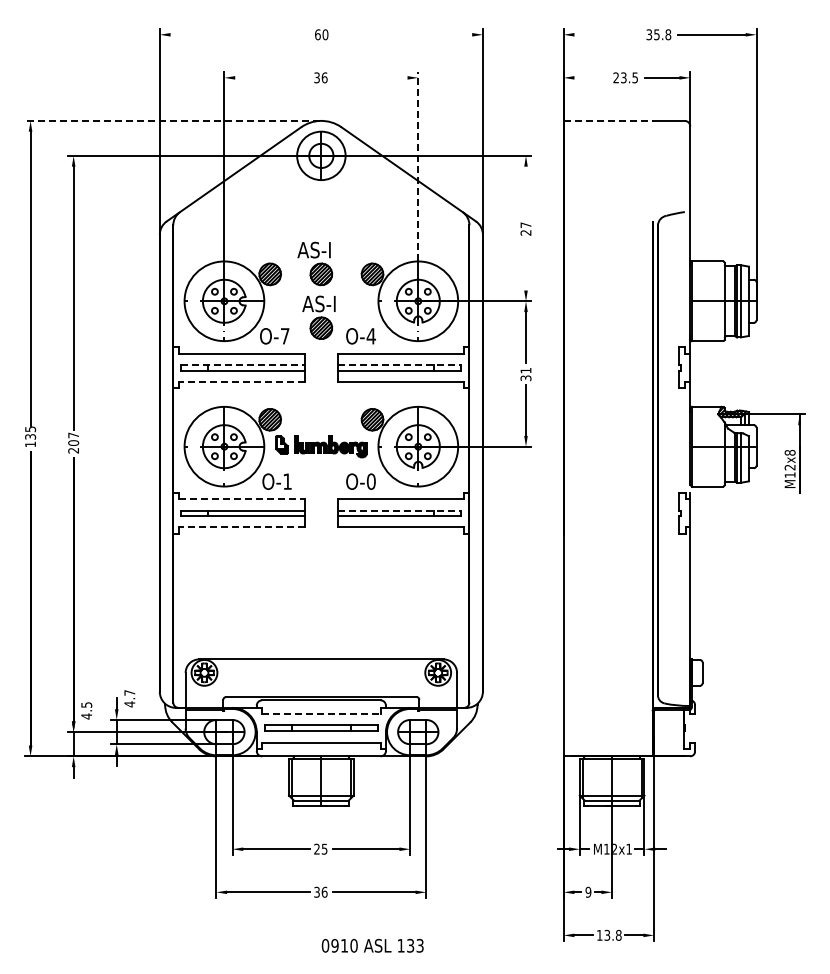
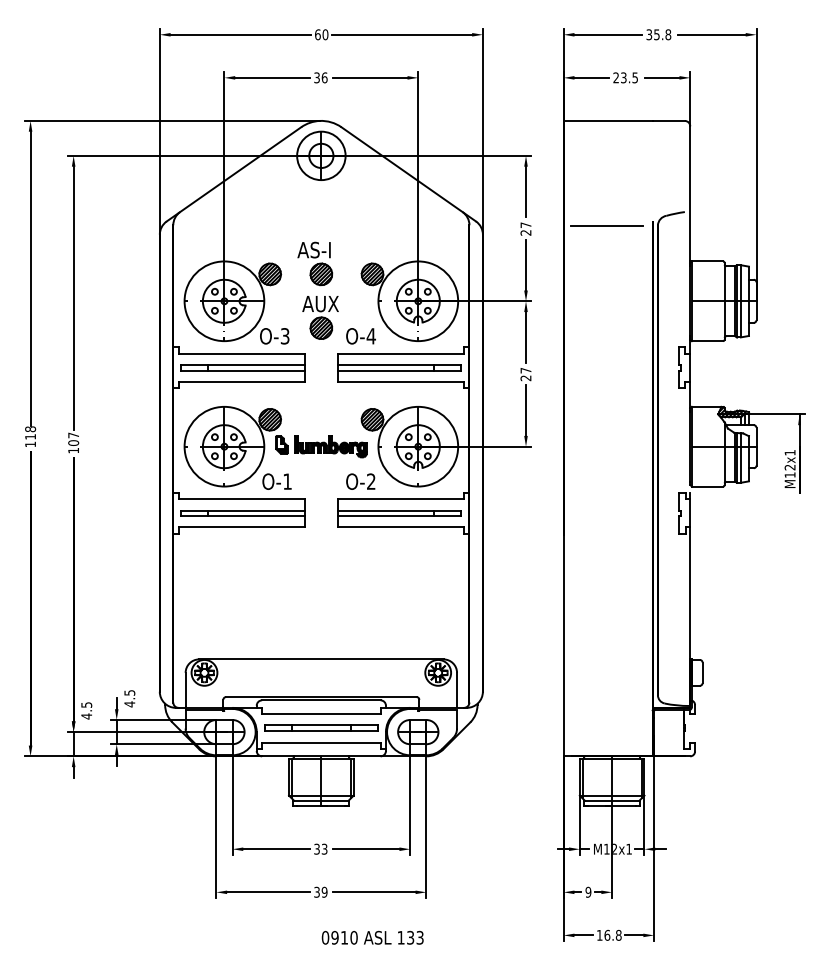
line at (240, 34): none -> present
line at (402, 34): none -> present
line at (608, 34): none -> present
line at (272, 77): none -> present
line at (369, 77): none -> present
line at (591, 77): none -> present
line at (172, 120): dashed -> solid
line at (608, 120): dashed -> solid
line at (418, 166): dashed -> solid
line at (526, 191): none -> present
line at (607, 226): none -> present
line at (526, 265): none -> present
text at (326, 303): AS-I -> AUX
text at (284, 336): O-7 -> O-3
line at (243, 365): dashed -> solid
line at (399, 365): dashed -> solid
text at (525, 374): 31 -> 27
line at (241, 382): dashed -> solid
text at (30, 432): 135 -> 118
text at (73, 450): 207 -> 107
text at (789, 452): M12x8 -> M12x1
text at (370, 481): O-0 -> O-2
line at (242, 498): dashed -> solid
line at (399, 510): dashed -> solid
line at (241, 527): dashed -> solid
text at (129, 692): 4.7 -> 4.5
line at (321, 714): dashed -> solid
text at (320, 848): 25 -> 33
text at (324, 891): 36 -> 39
text at (607, 934): 13.8 -> 16.8
text at (372, 945) position: (372, 945) -> (372, 937)
